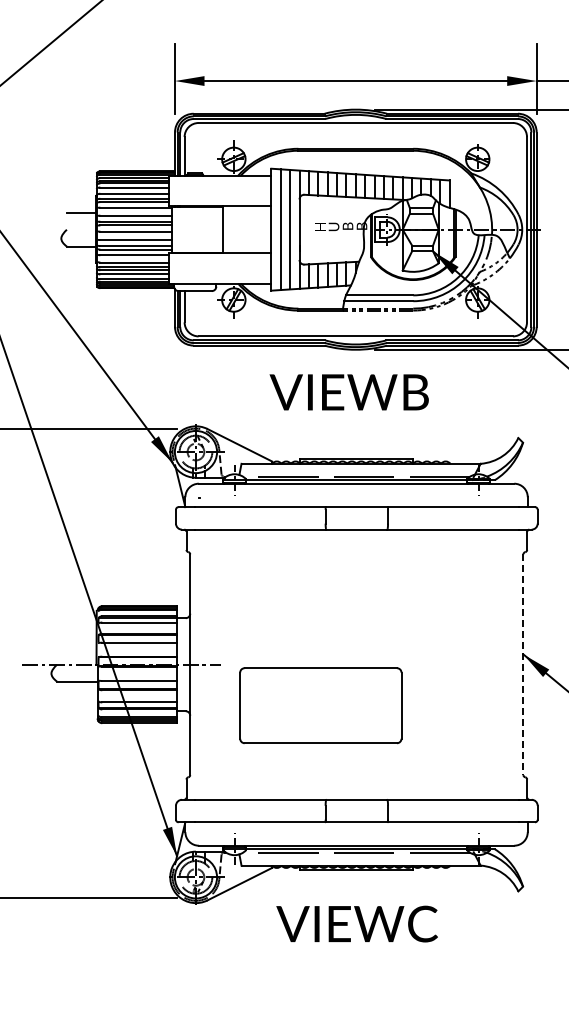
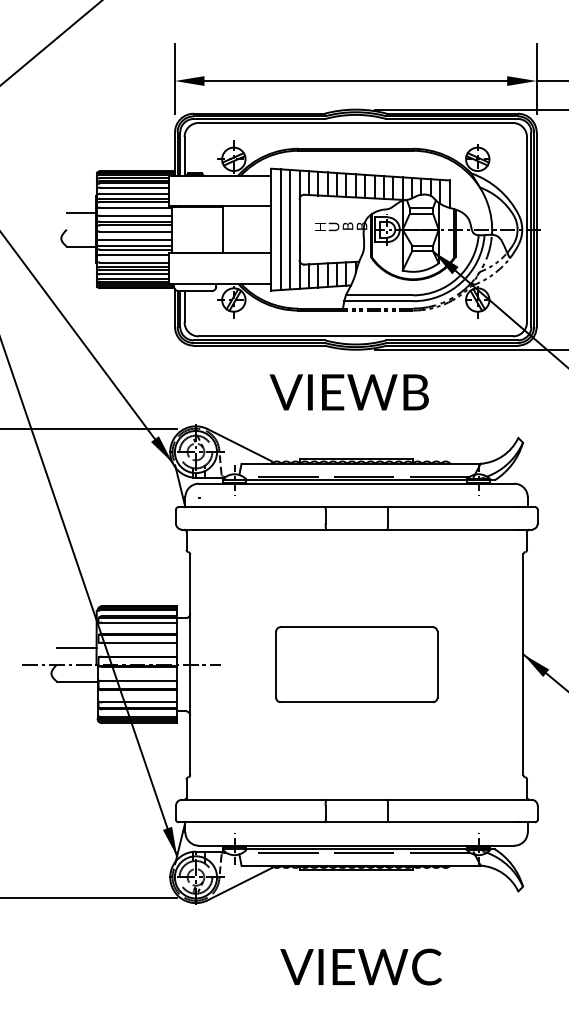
line at (76, 647): none -> present
line at (523, 665): dashed -> solid
part at (320, 705) position: (320, 705) -> (356, 664)
text at (356, 923) position: (356, 923) -> (360, 966)
